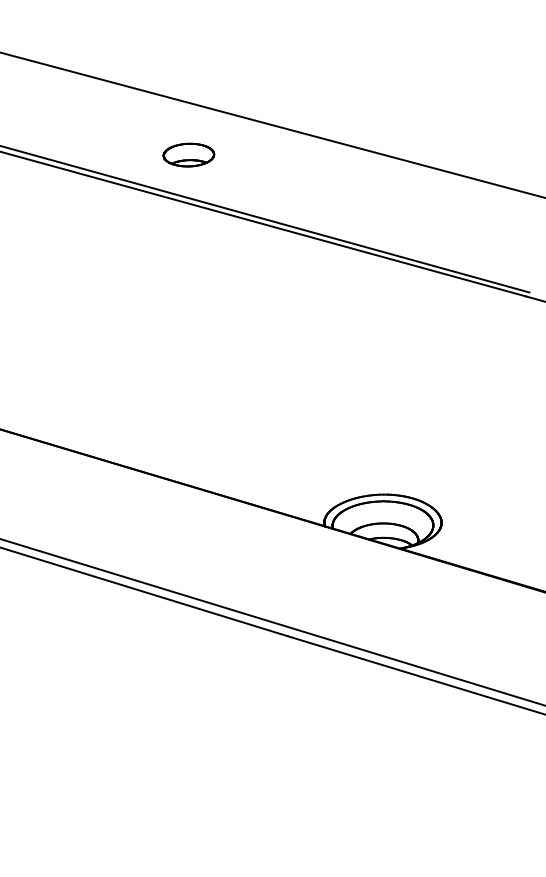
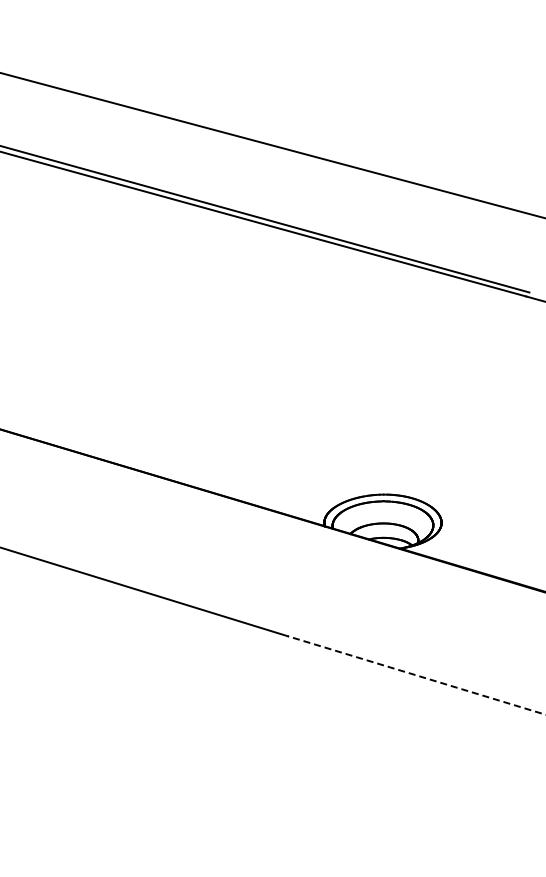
line at (272, 125) position: (272, 125) -> (272, 145)
part at (188, 154): present -> none
line at (272, 621): present -> none
line at (416, 675): solid -> dashed
